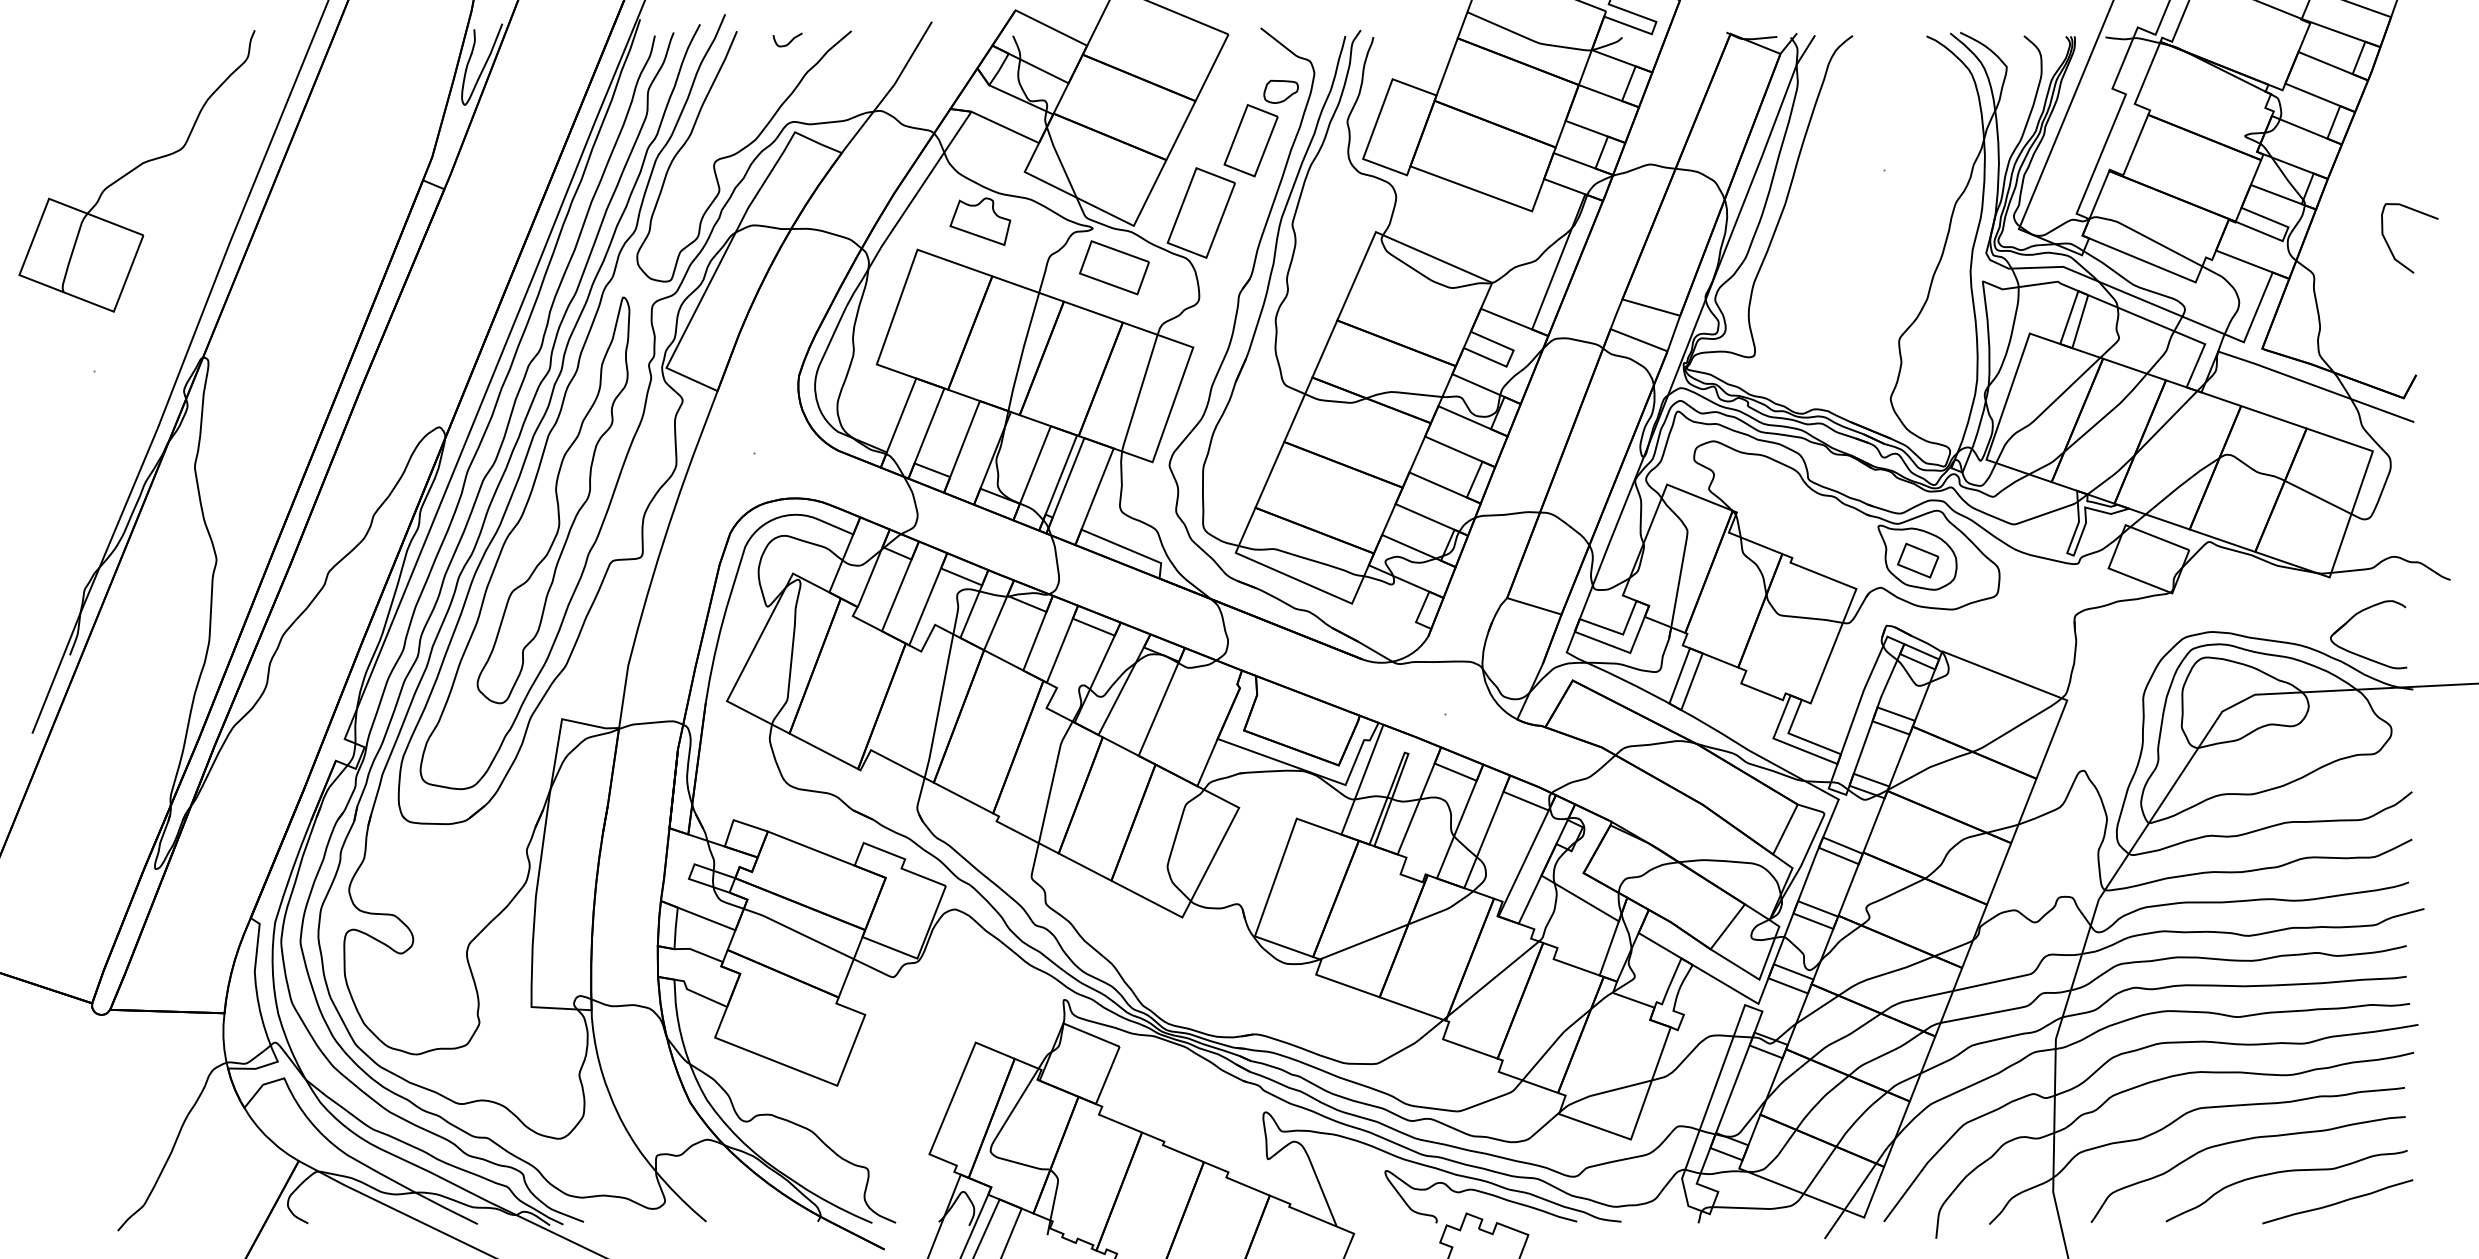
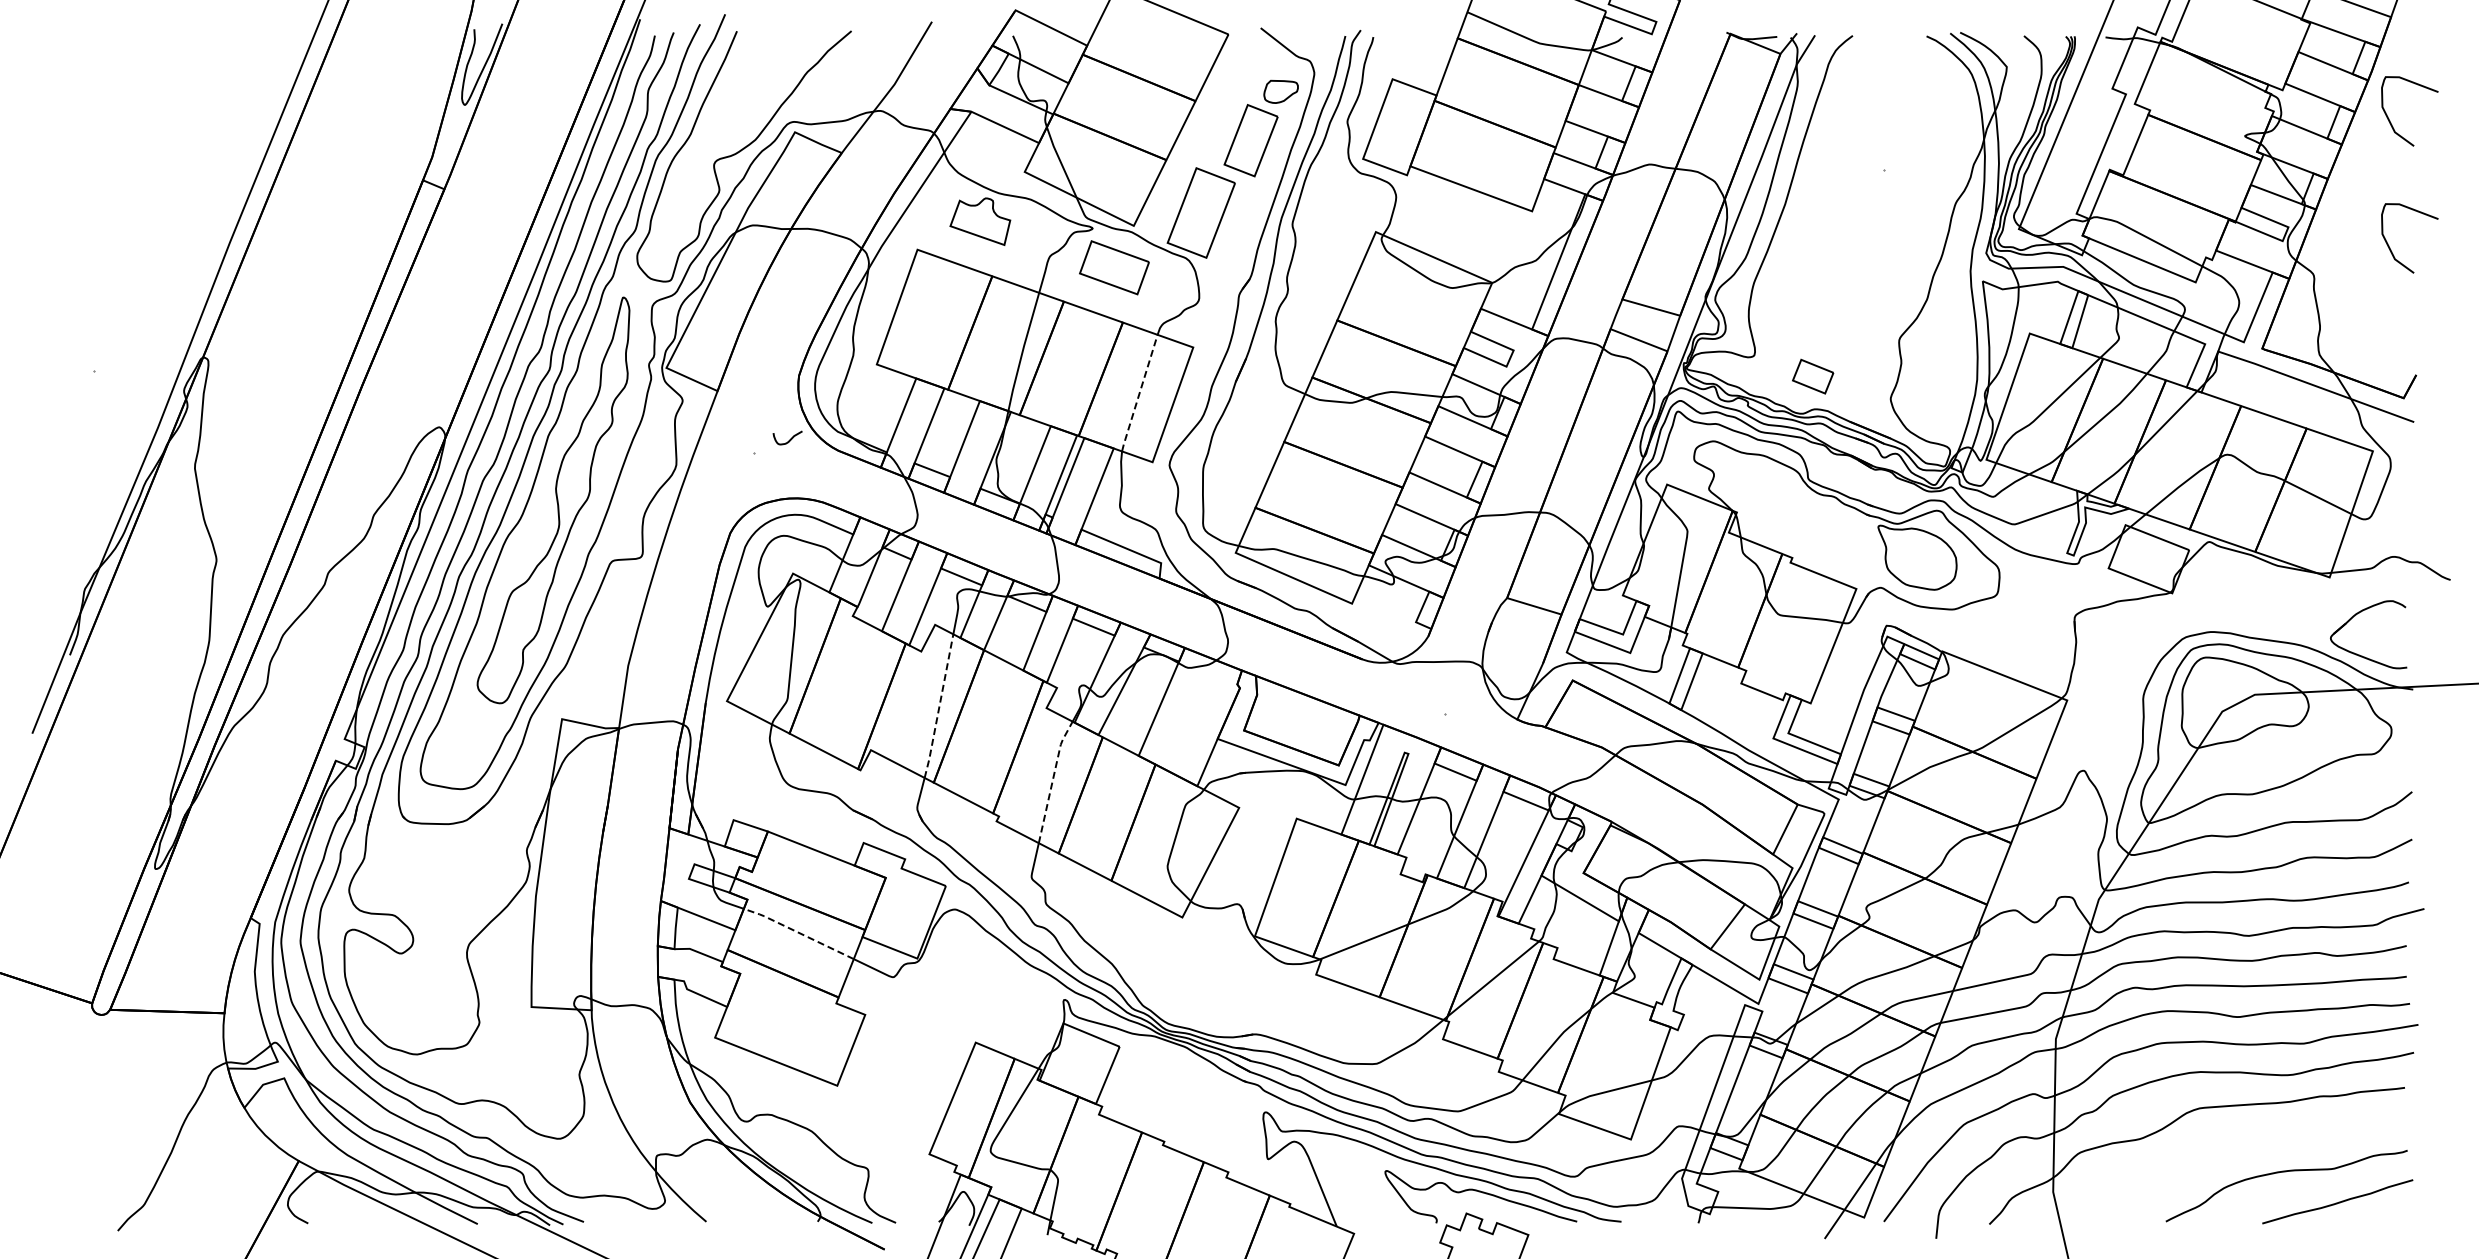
curve at (789, 41) position: (789, 41) -> (789, 439)
curve at (2390, 120): none -> present
part at (136, 171): present -> none
line at (1139, 394): solid -> dashed
part at (1918, 560) position: (1918, 560) -> (1813, 376)
line at (939, 706): solid -> dashed
line at (1052, 779): solid -> dashed
line at (798, 932): solid -> dashed
curve at (2242, 1141): present -> none
